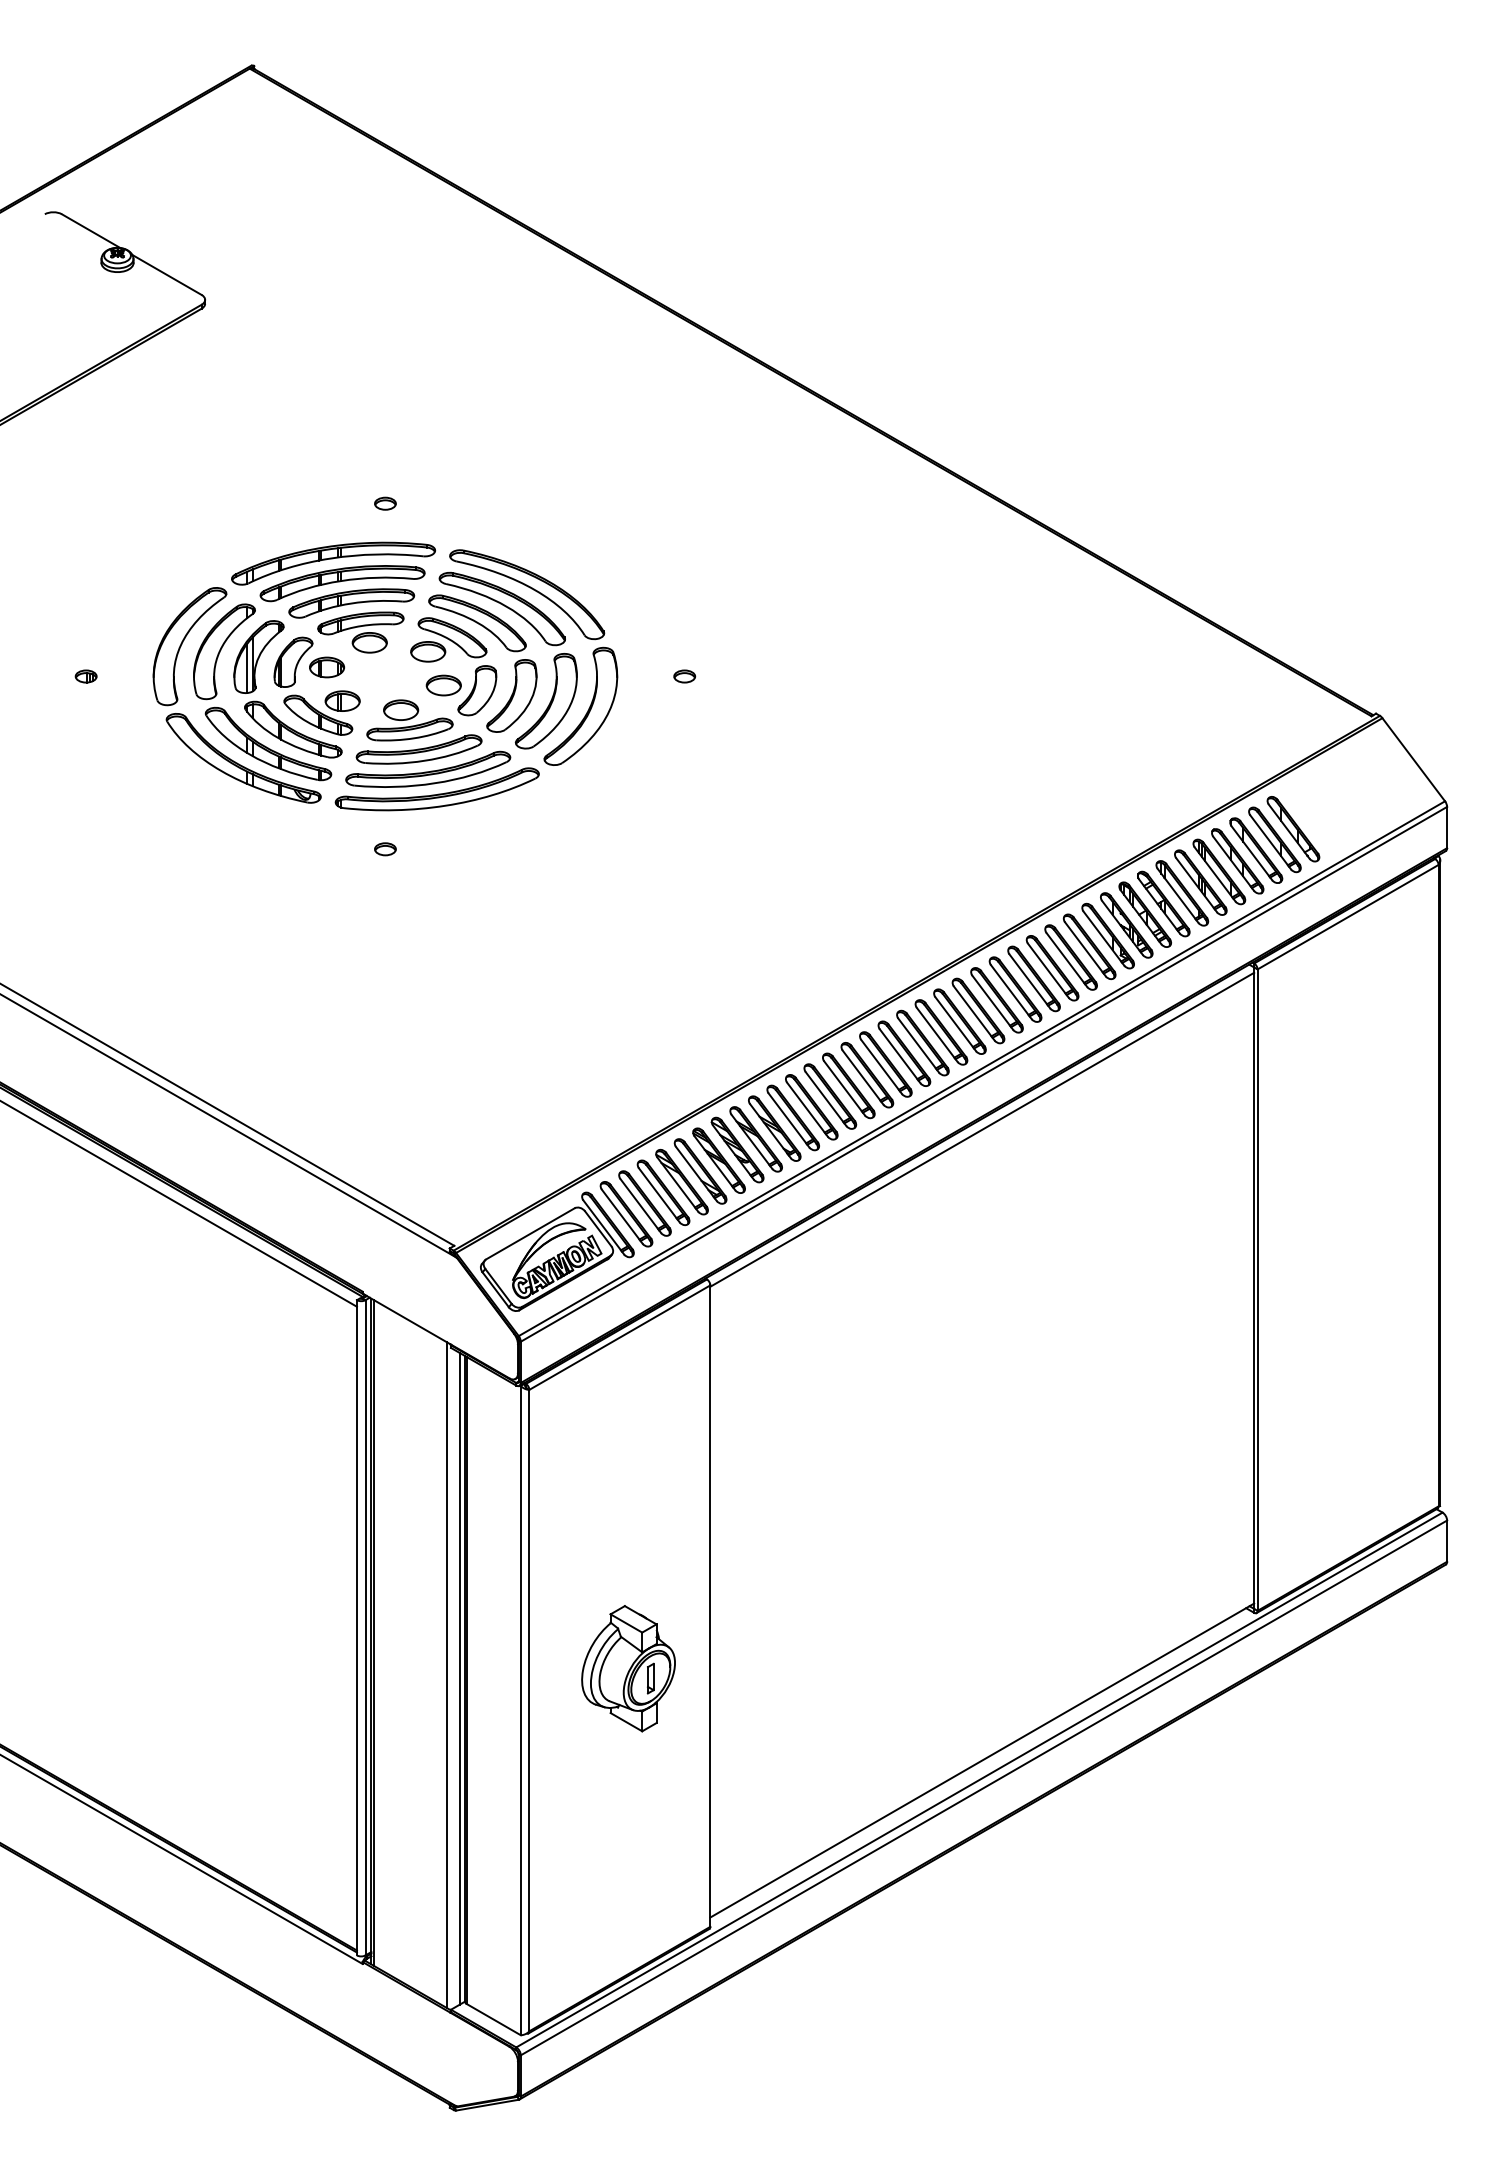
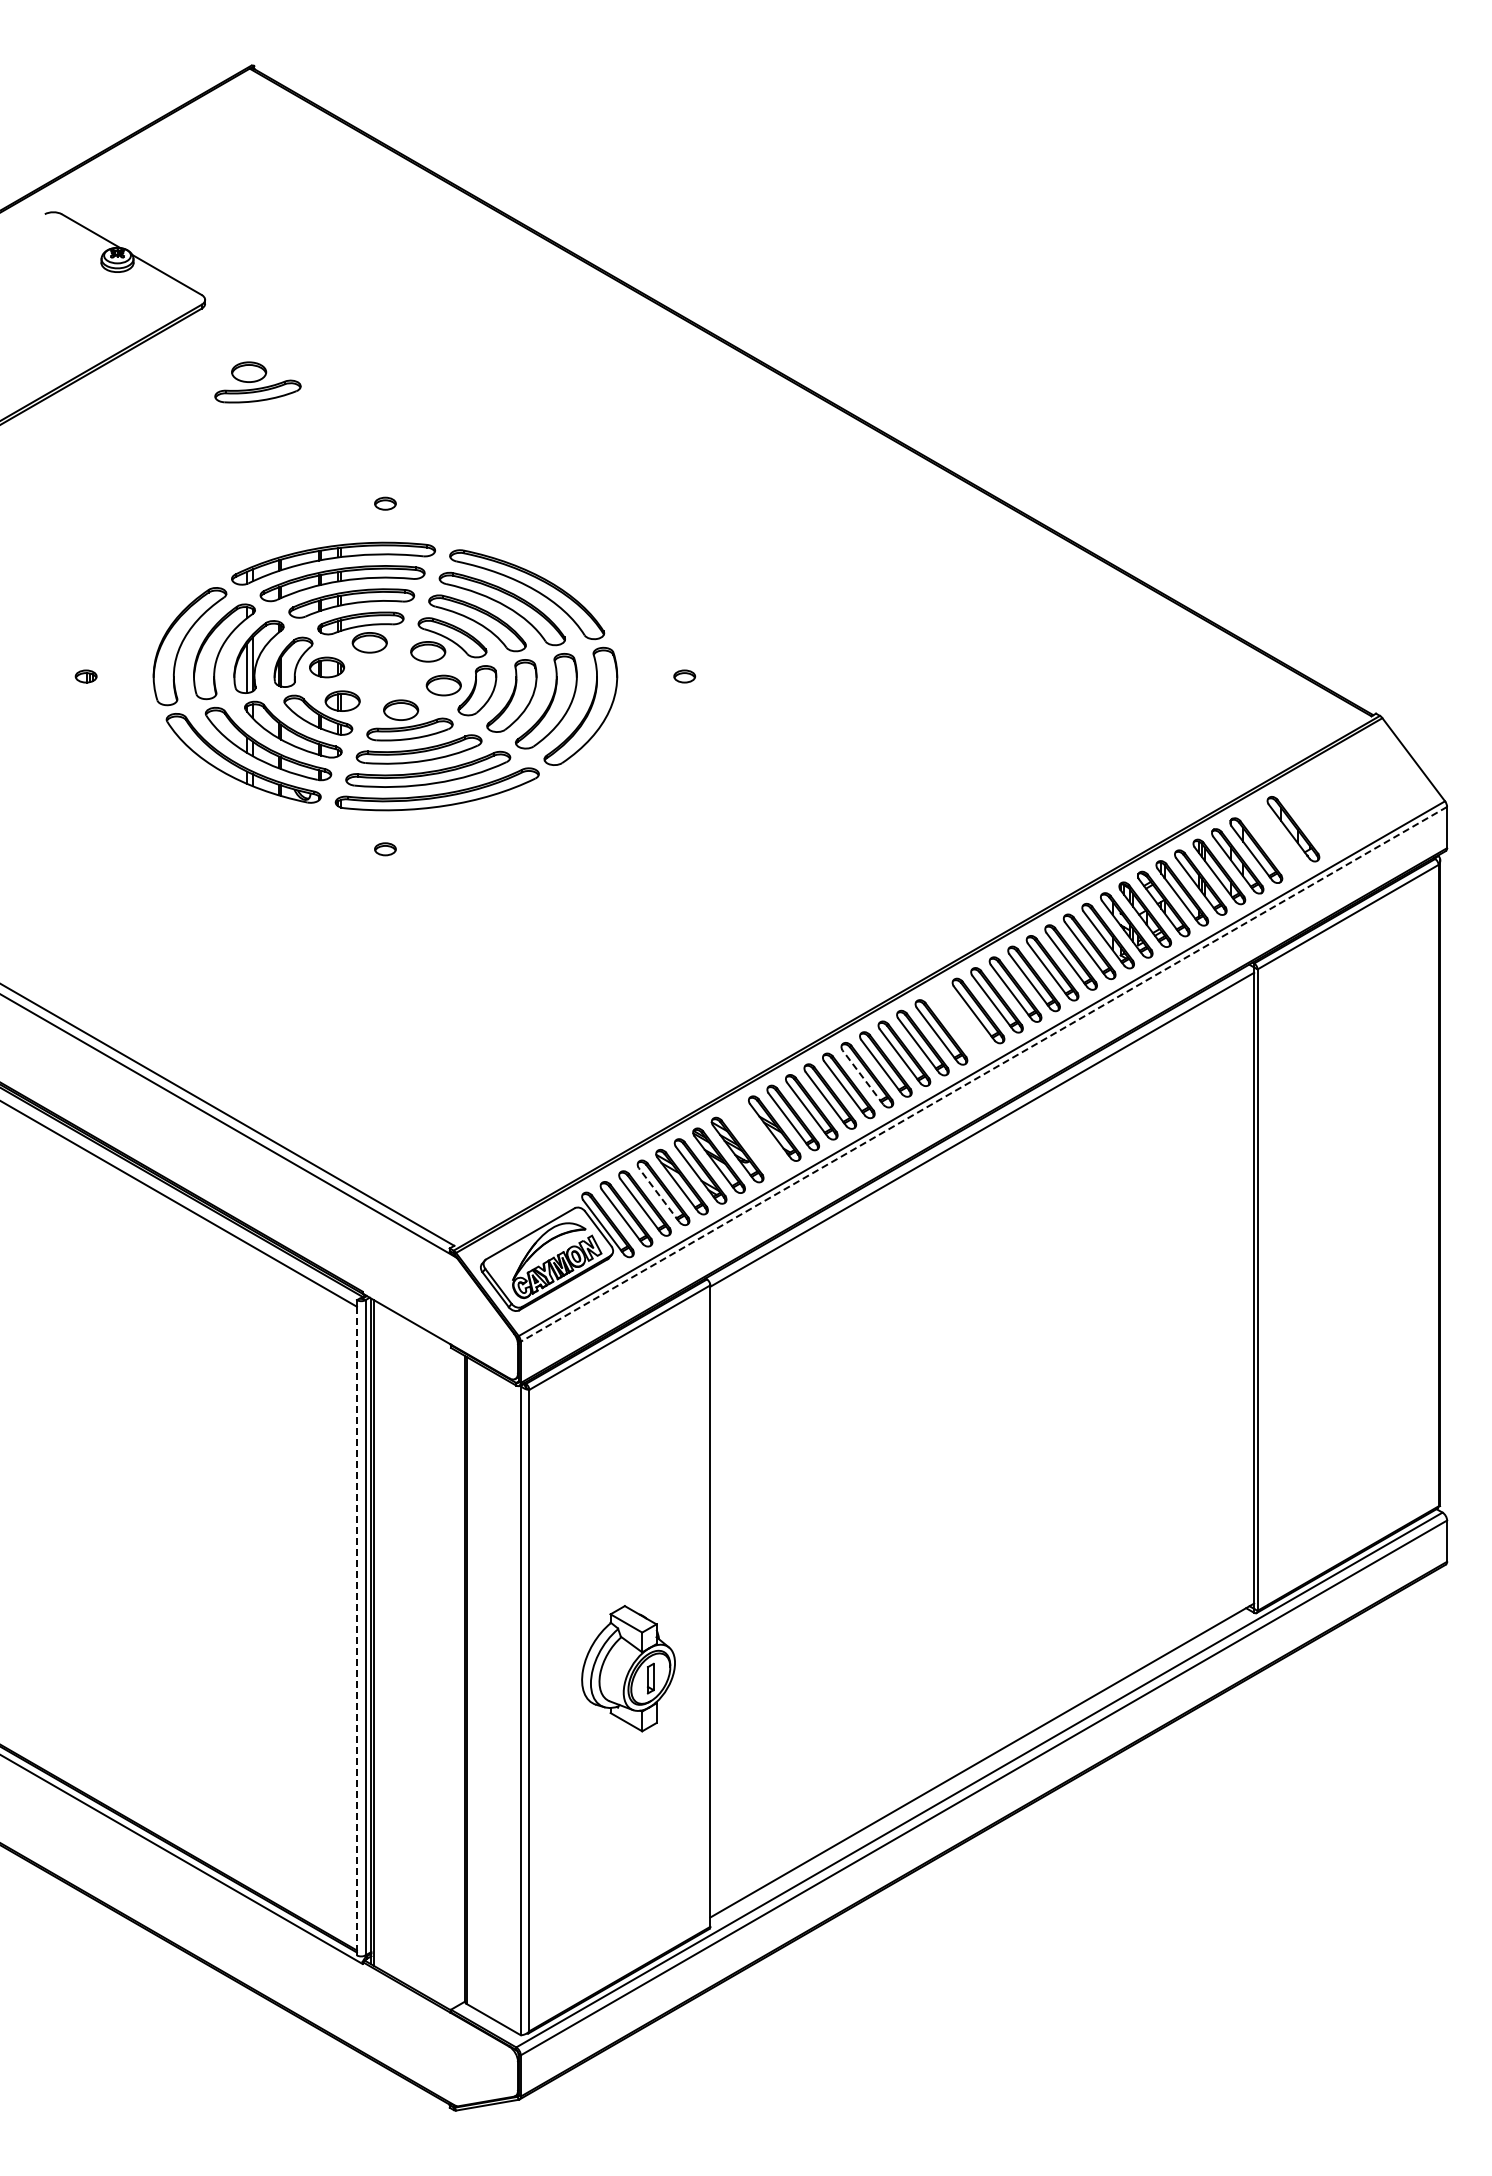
part at (257, 382): none -> present
part at (1274, 839): present -> none
part at (959, 1021): present -> none
line at (983, 1074): solid -> dashed
line at (863, 1077): solid -> dashed
part at (755, 1139): present -> none
line at (659, 1195): solid -> dashed
line at (356, 1628): solid -> dashed
line at (447, 1675): present -> none
line at (459, 1678): present -> none
